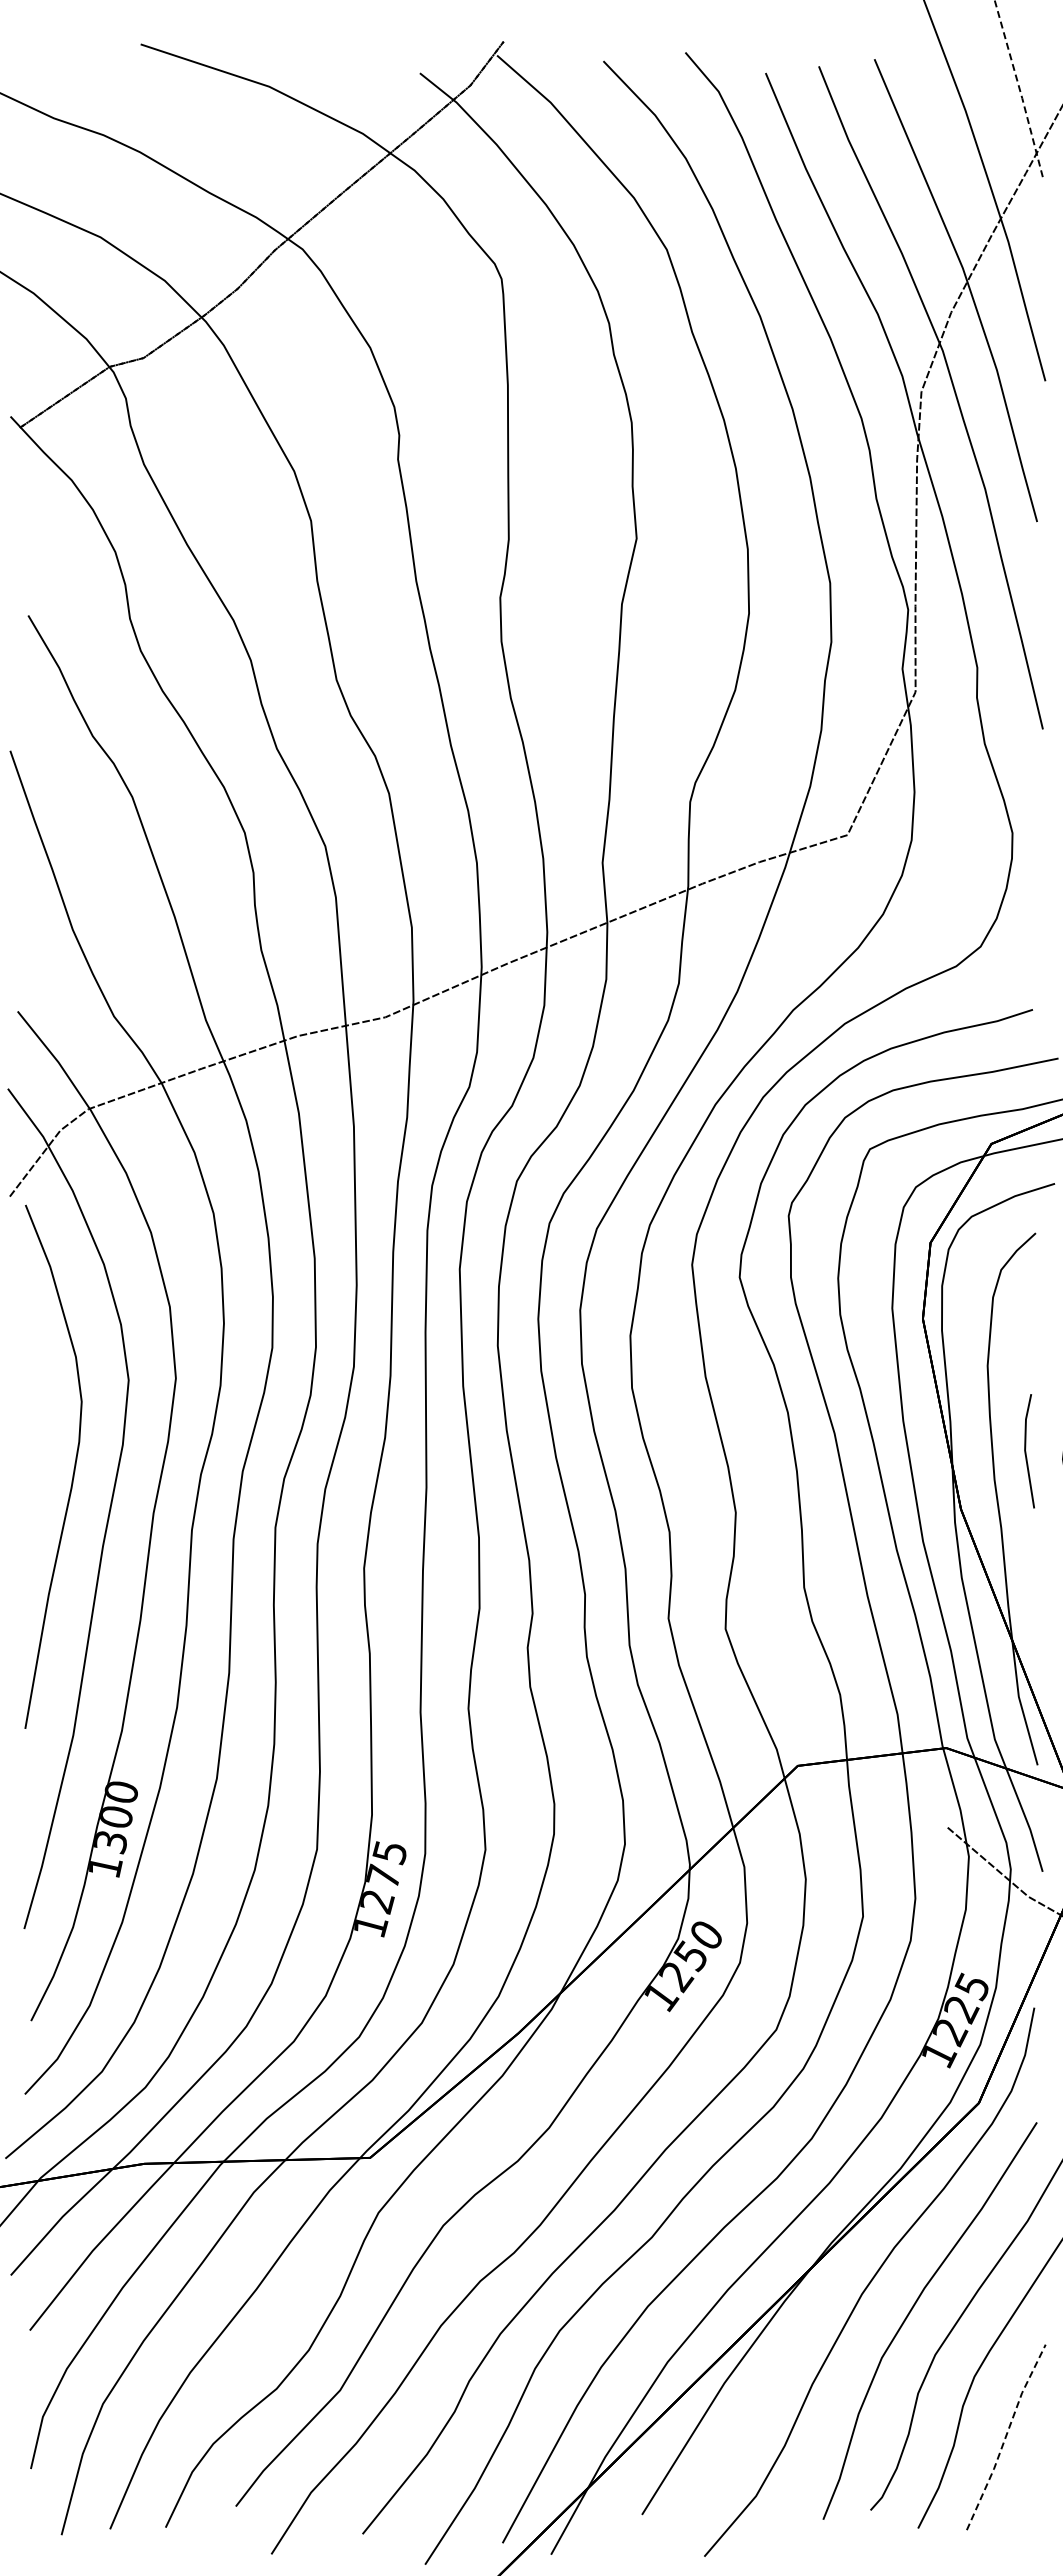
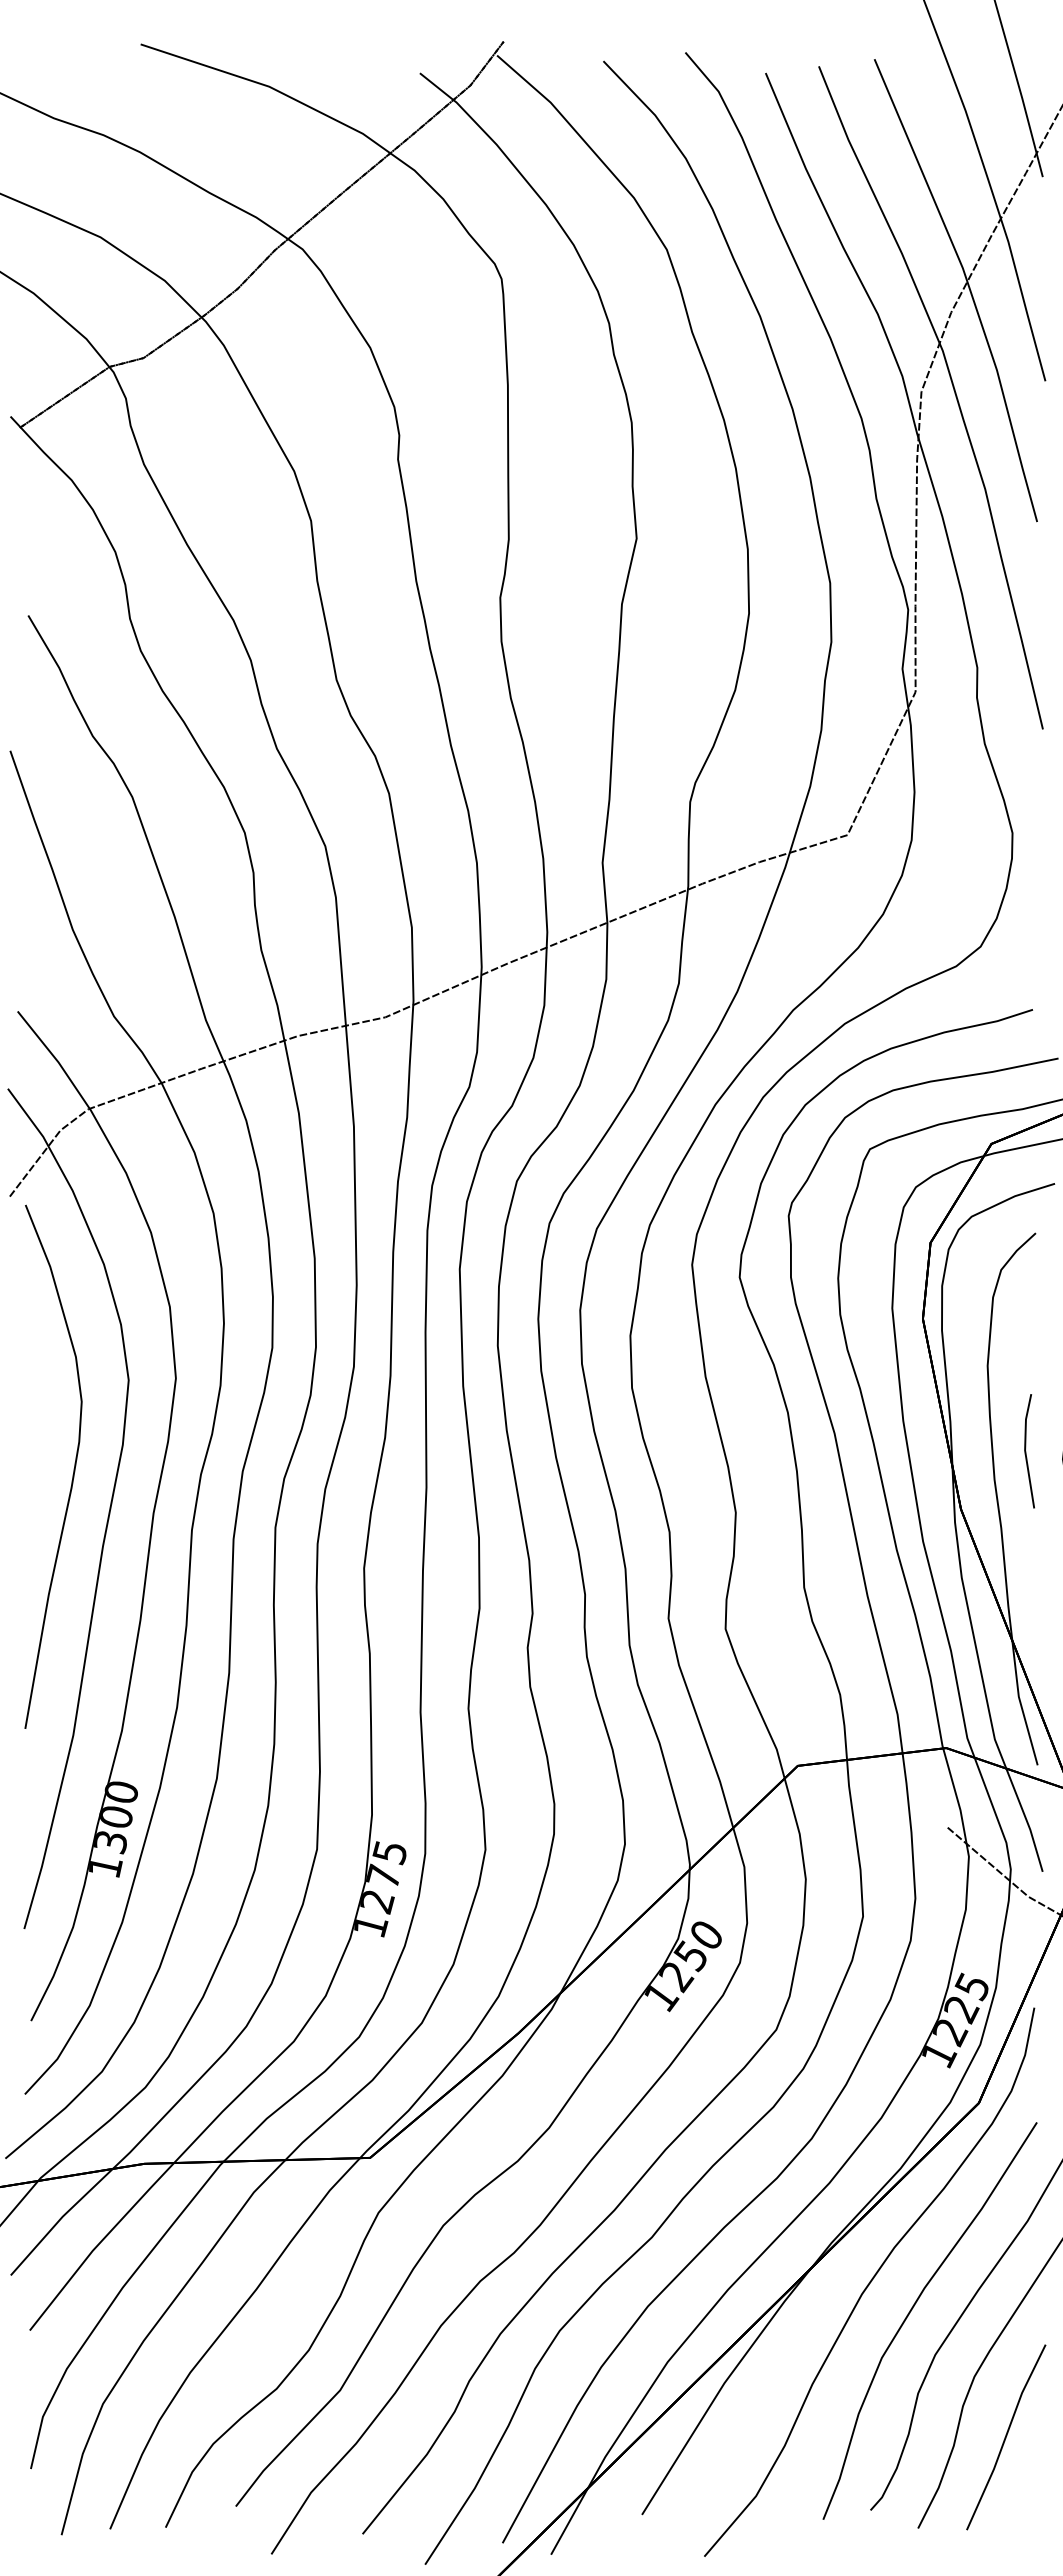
line at (1019, 88): dashed -> solid
line at (1005, 2436): dashed -> solid
